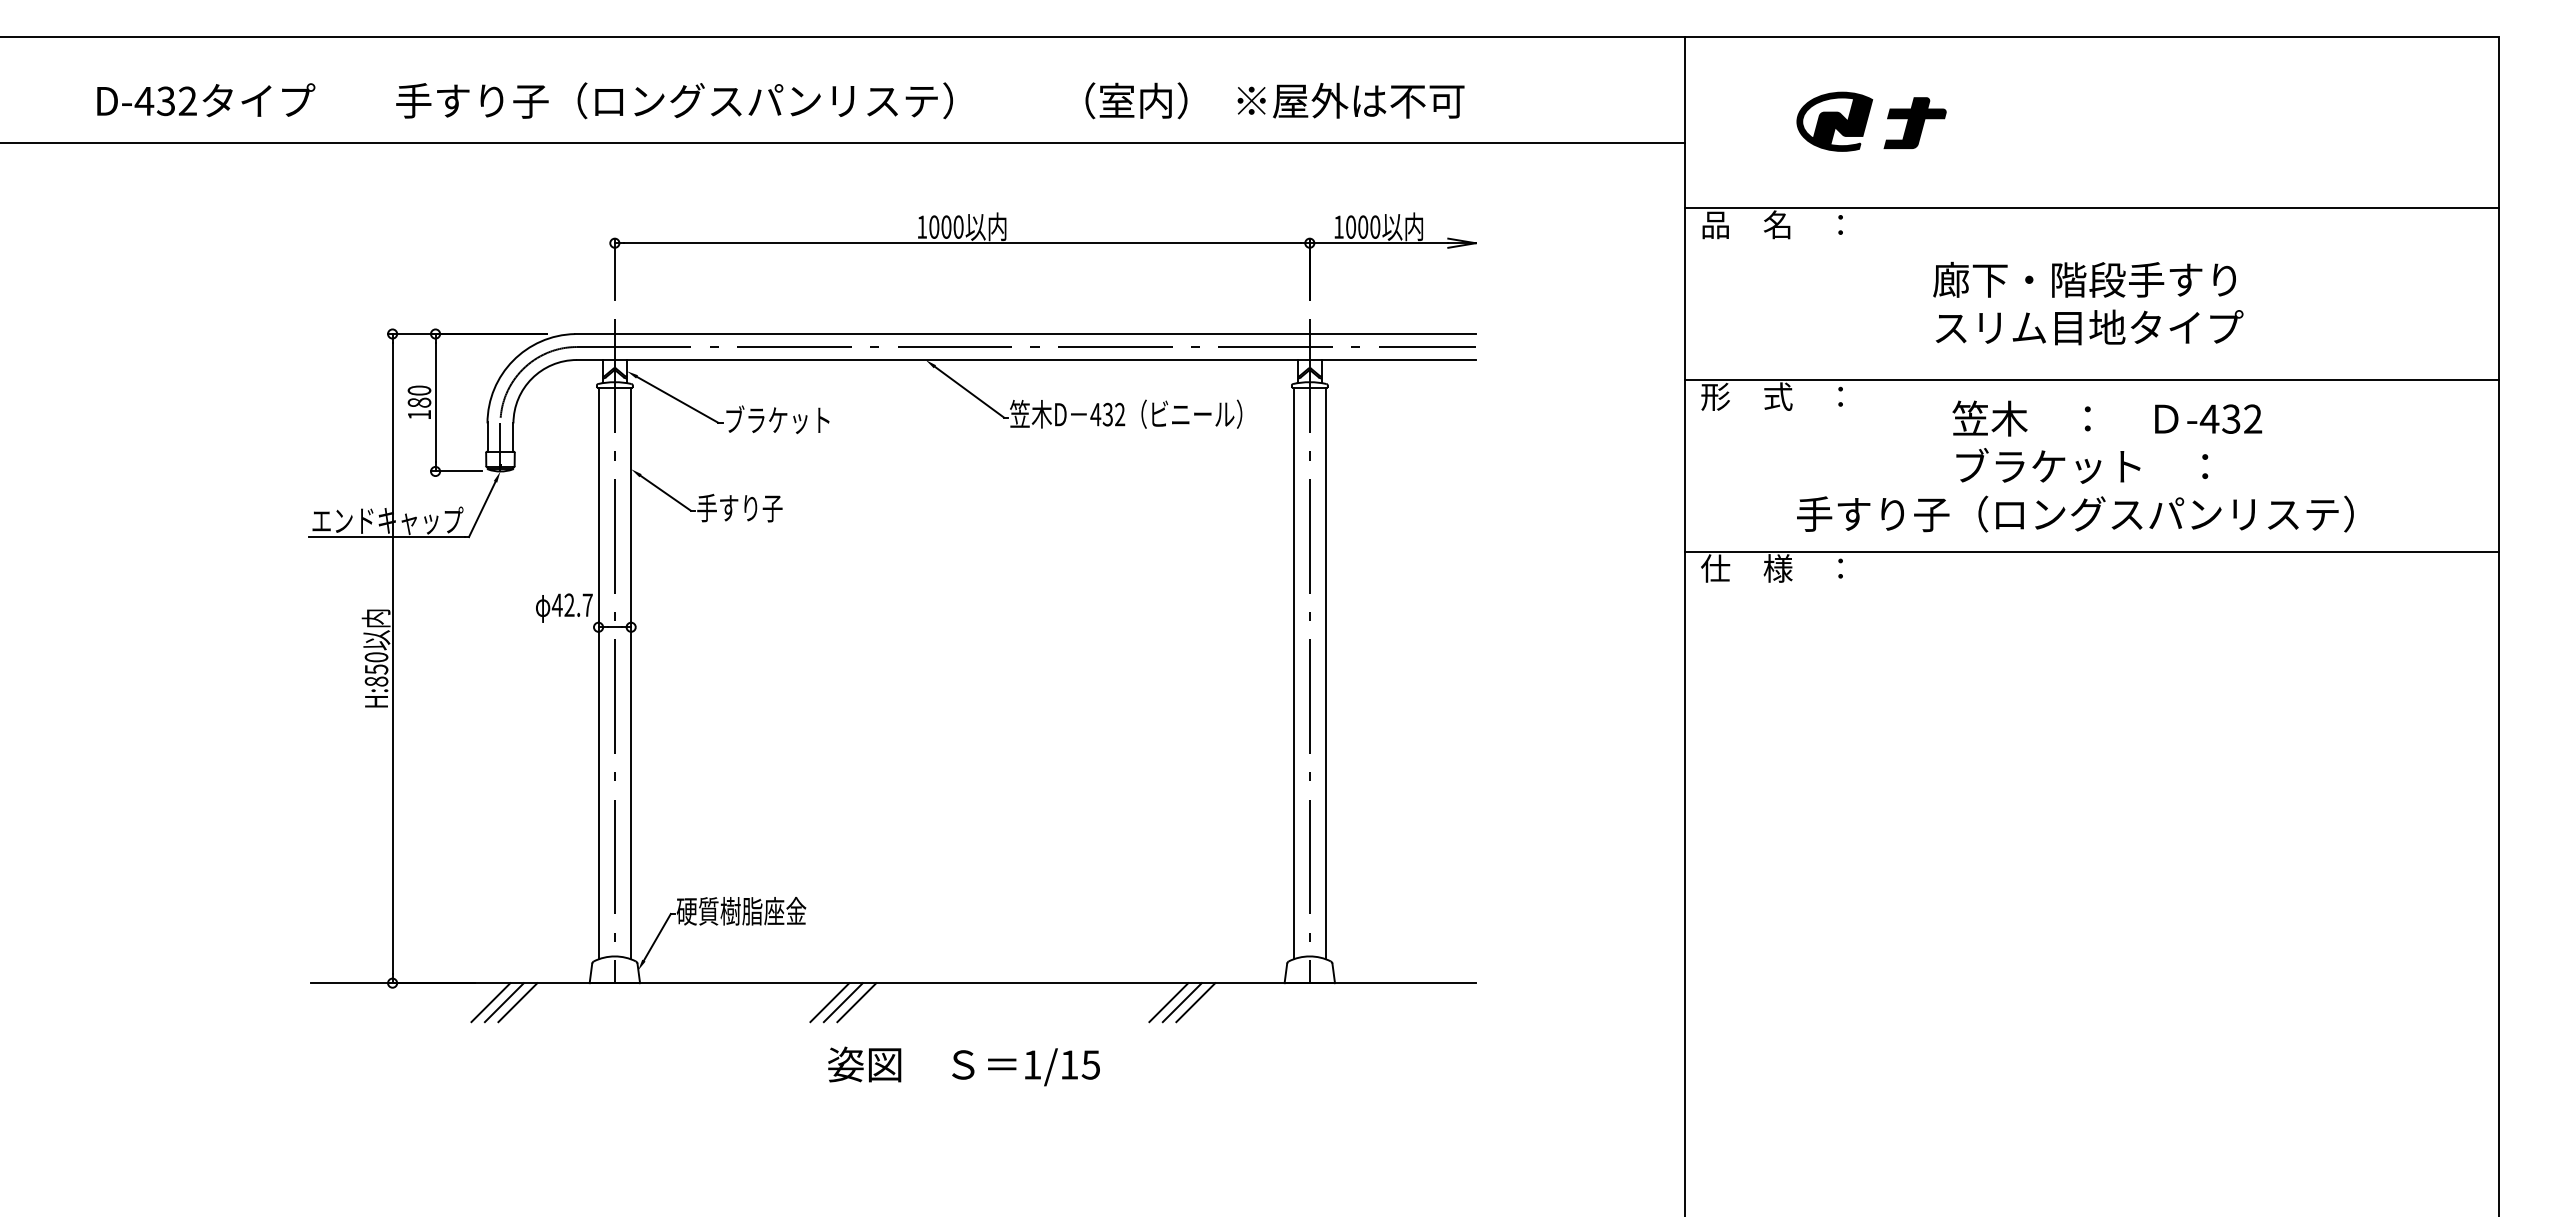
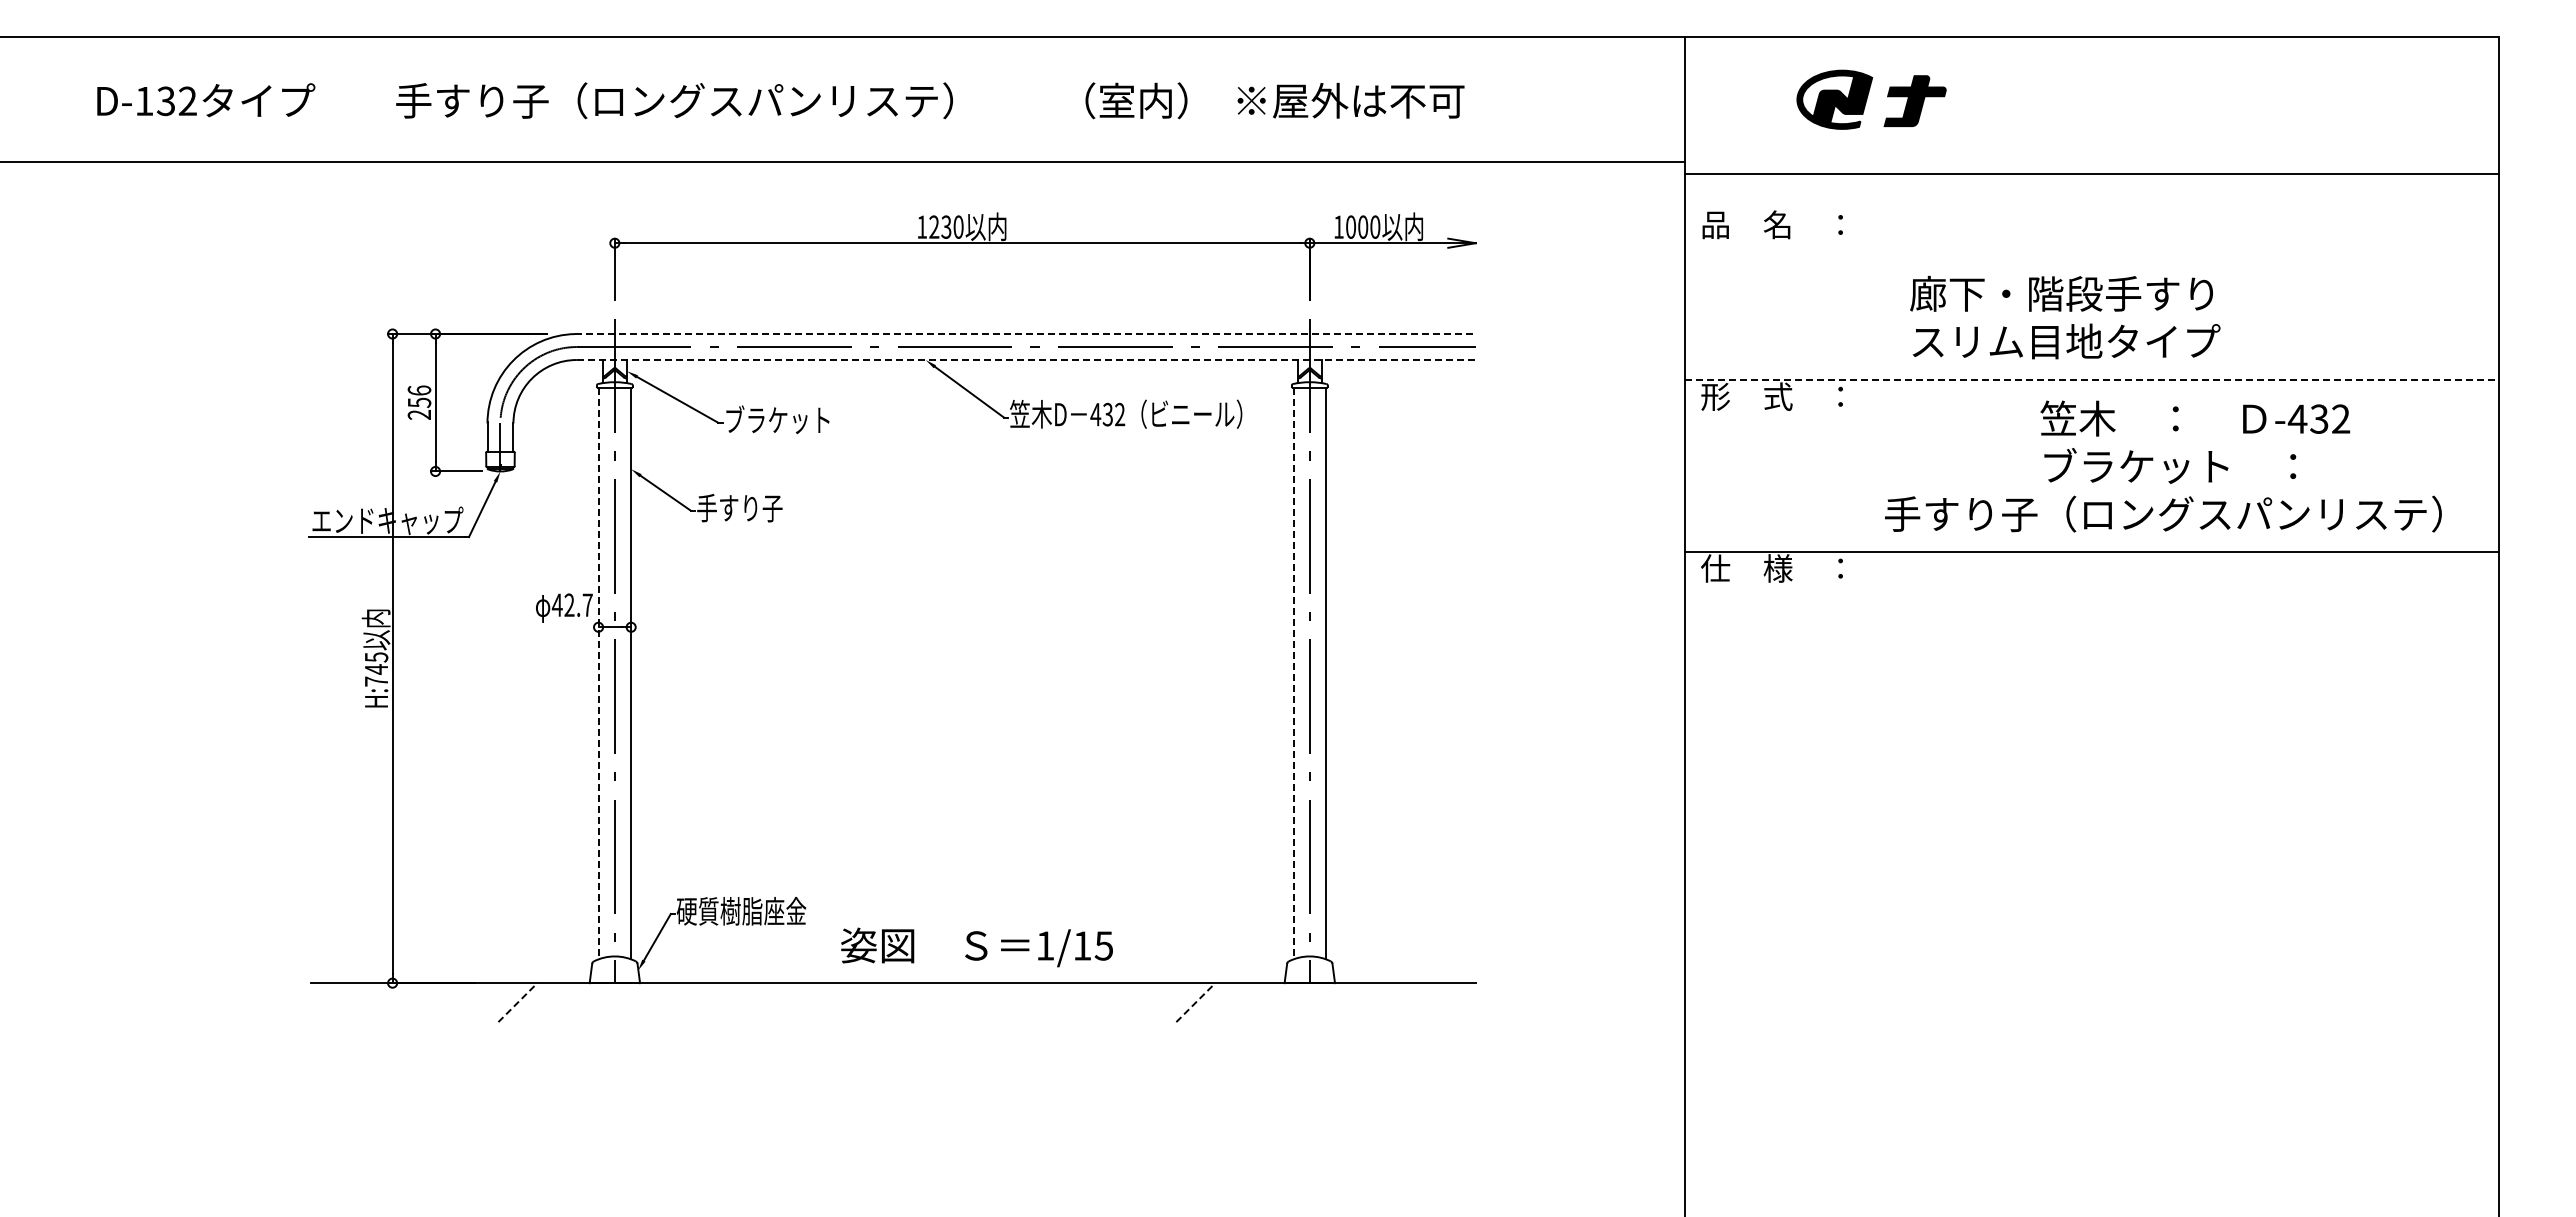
text at (144, 101): D-432 -> D-132
part at (1871, 121) position: (1871, 121) -> (1871, 99)
line at (843, 142) position: (843, 142) -> (843, 161)
line at (2091, 208) position: (2091, 208) -> (2091, 174)
text at (940, 226): 1000 -> 1230
text at (2088, 303) position: (2088, 303) -> (2065, 317)
line at (1025, 334): solid -> dashed
line at (1026, 360): solid -> dashed
line at (2092, 380): solid -> dashed
text at (419, 402): 180 -> 256
text at (2075, 466) position: (2075, 466) -> (2163, 466)
text at (376, 669): H:850 -> H:745
line at (598, 673): solid -> dashed
line at (1293, 673): solid -> dashed
line at (490, 1002): present -> none
line at (503, 1002): present -> none
line at (517, 1002): solid -> dashed
line at (829, 1002): present -> none
line at (842, 1002): present -> none
line at (856, 1002): present -> none
line at (1168, 1002): present -> none
line at (1181, 1002): present -> none
line at (1195, 1002): solid -> dashed
text at (963, 1066) position: (963, 1066) -> (976, 947)
